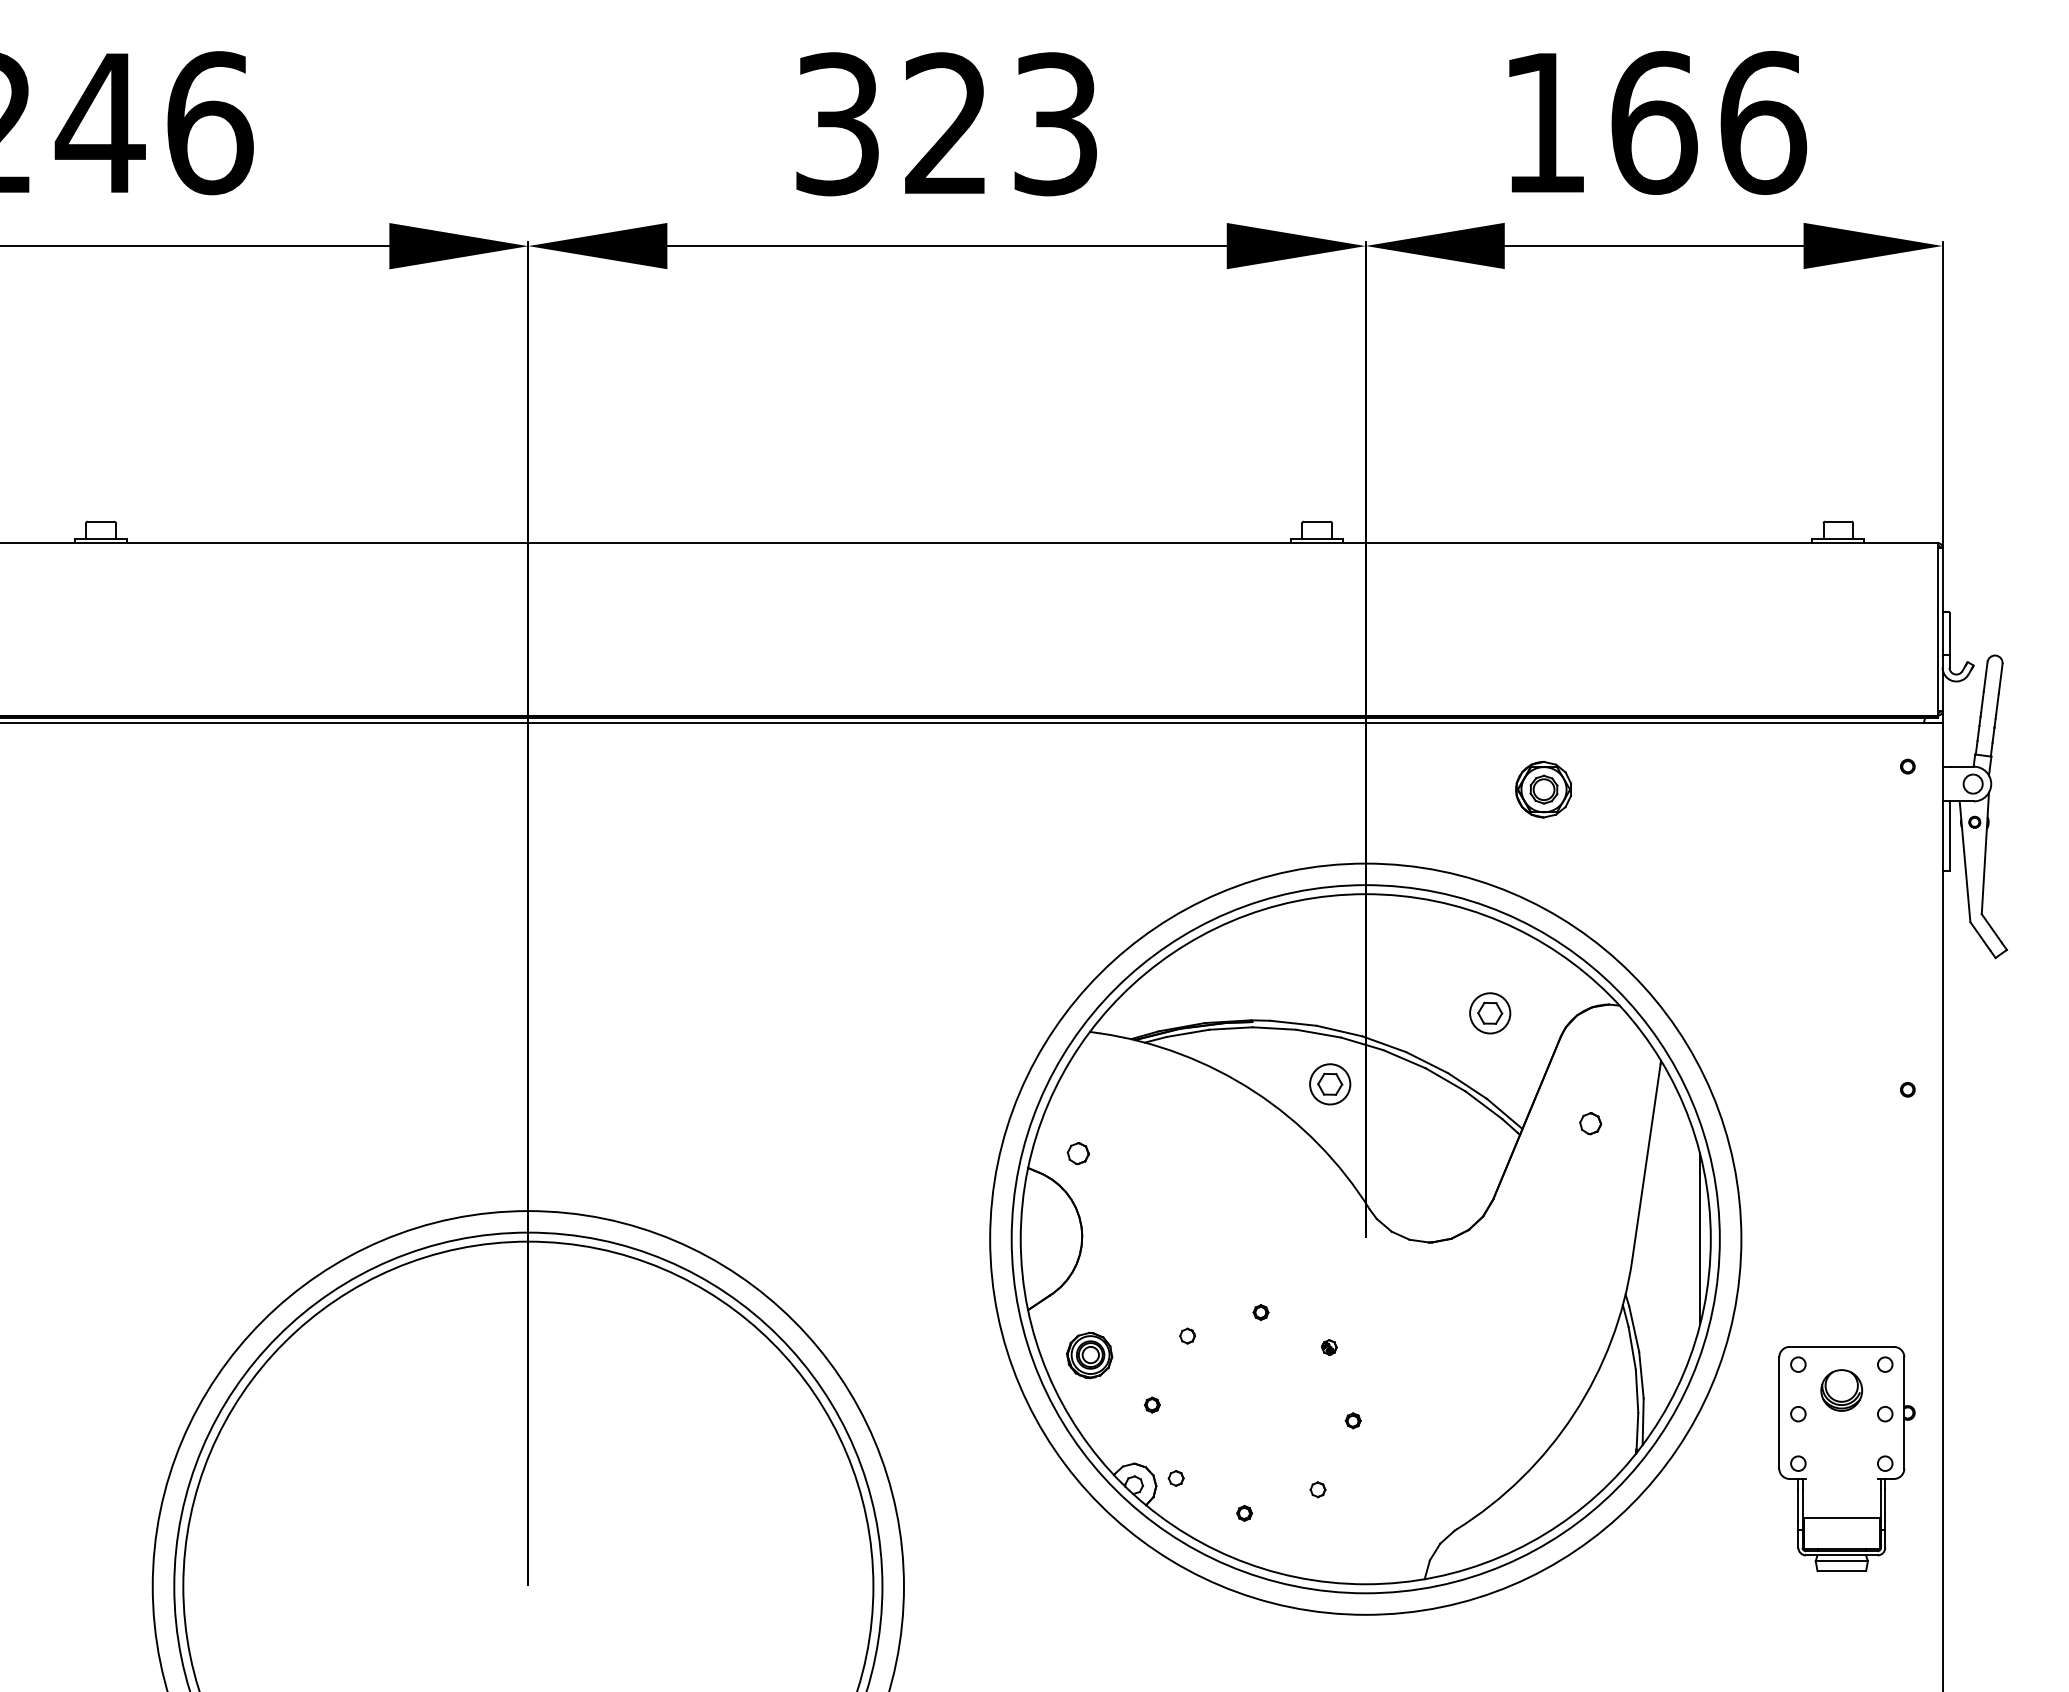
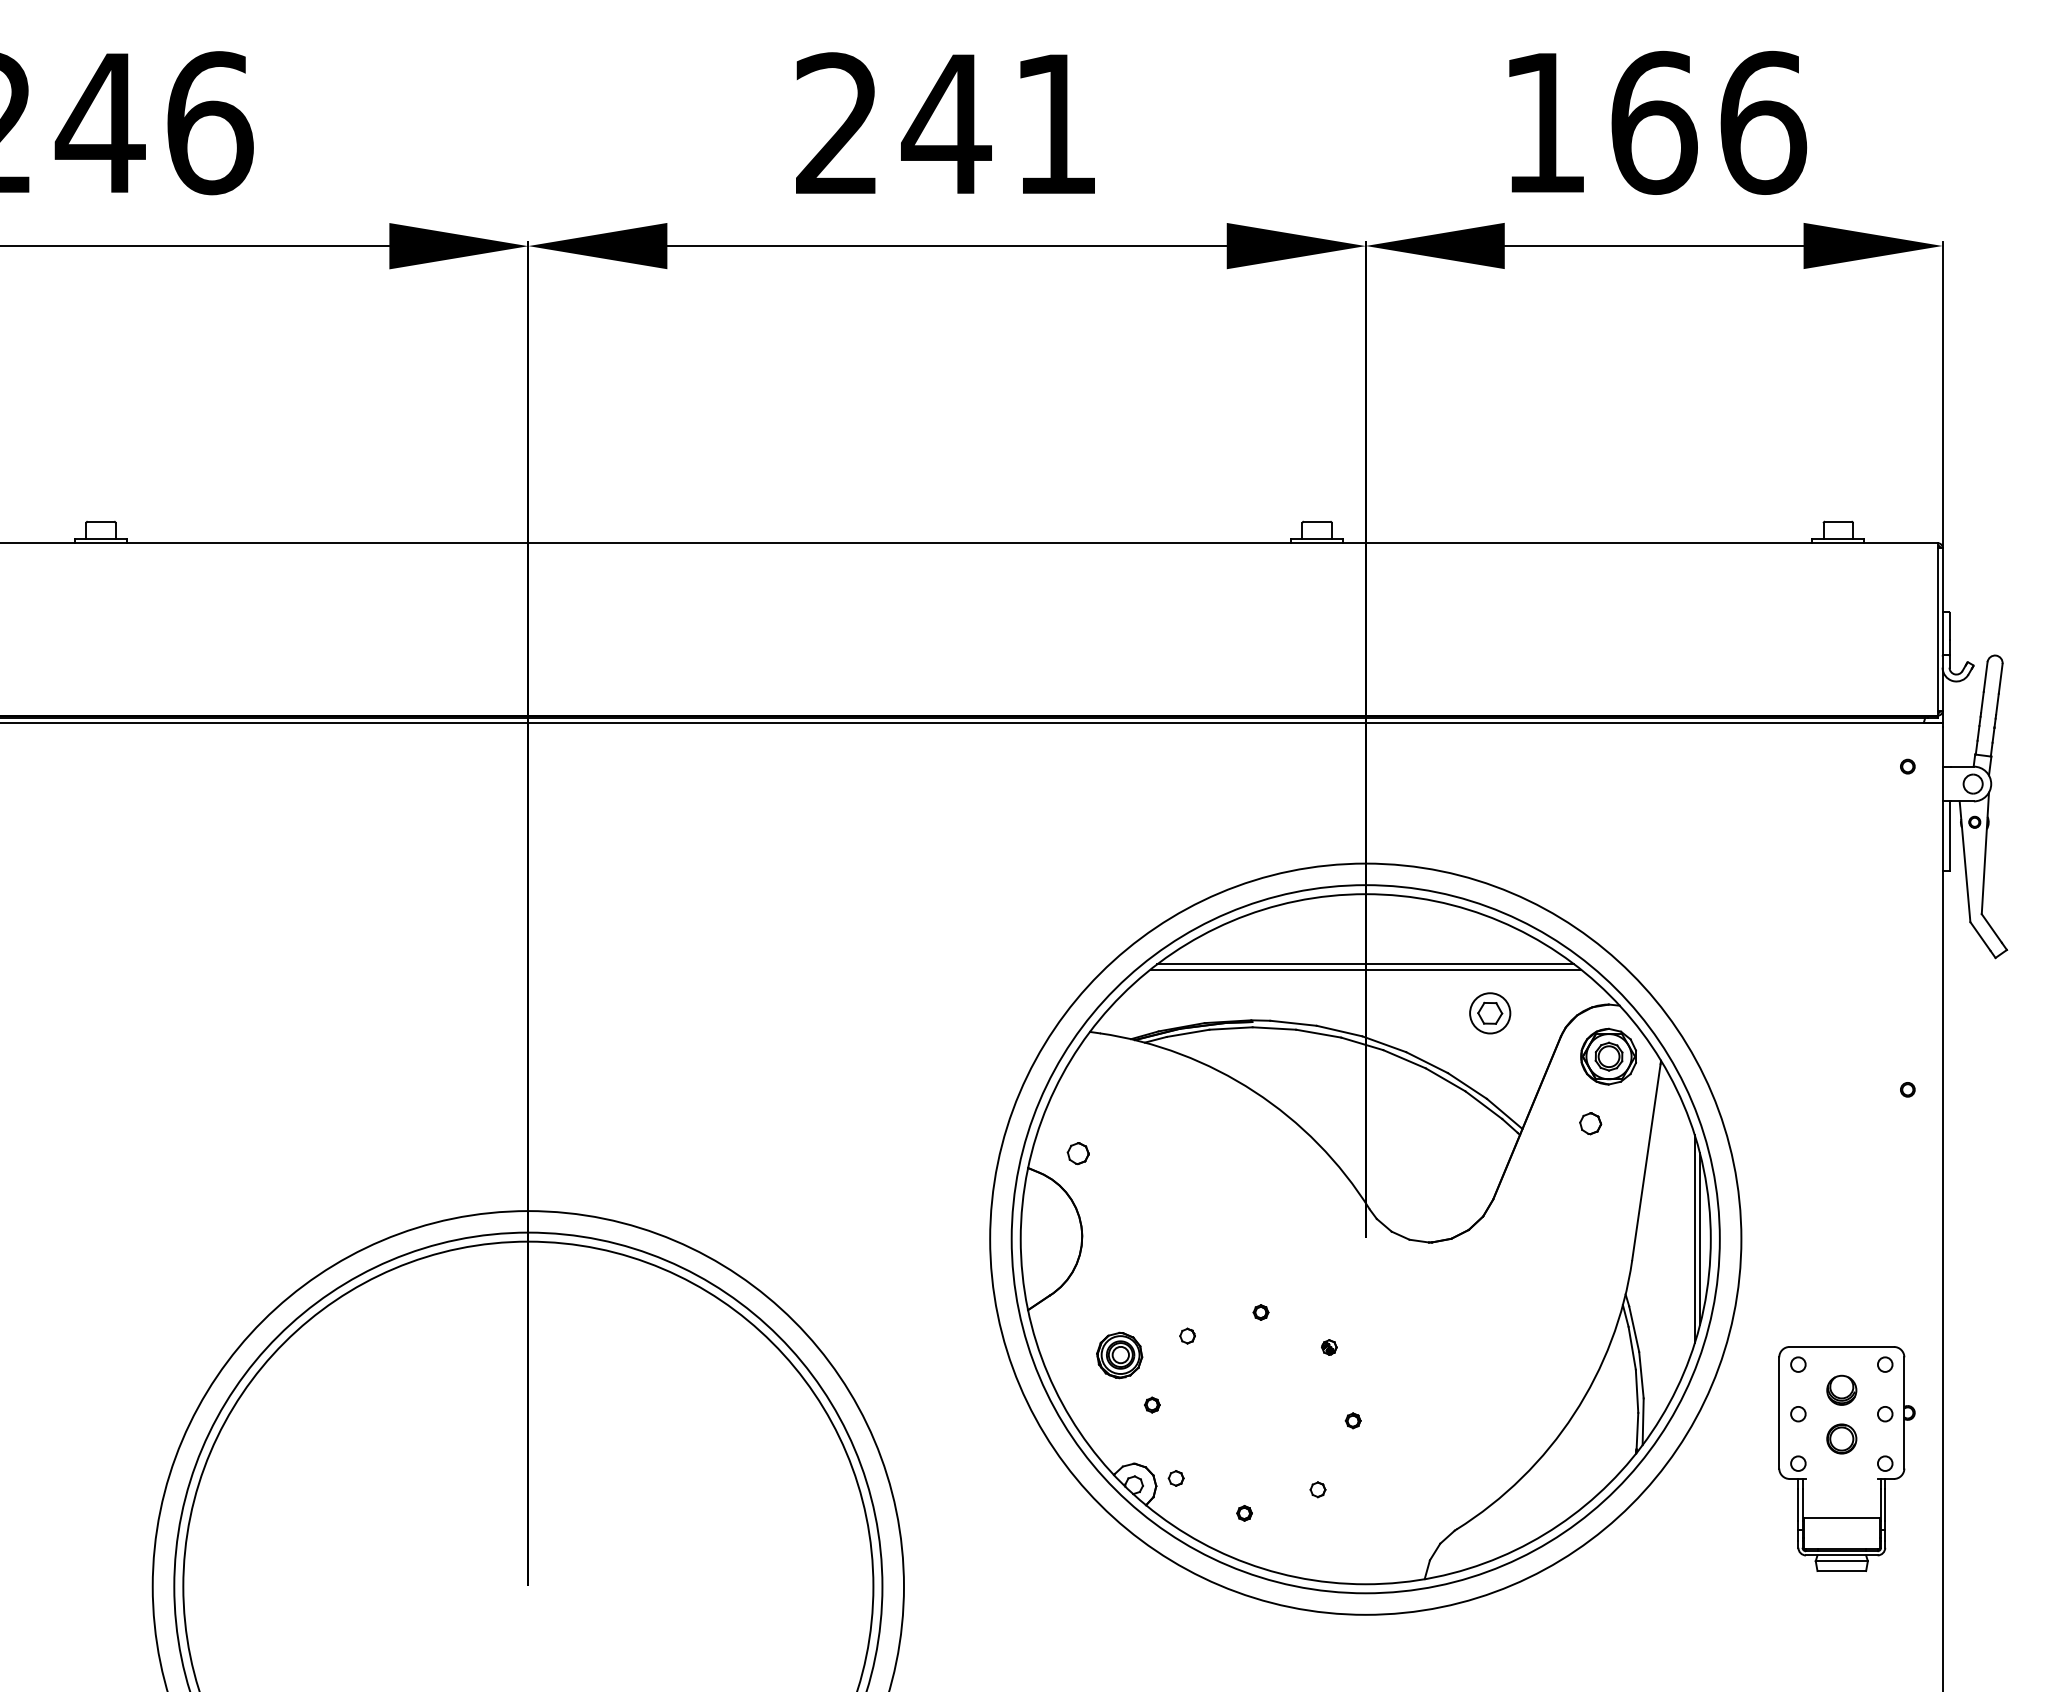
text at (946, 124): 323 -> 241
part at (1543, 789) position: (1543, 789) -> (1608, 1056)
line at (1365, 964): none -> present
line at (1365, 969): none -> present
part at (1330, 1084): present -> none
line at (1694, 1239): none -> present
part at (1089, 1355) position: (1089, 1355) -> (1119, 1355)
part at (1841, 1390) size: 44x43 px -> 32x32 px
part at (1841, 1438): none -> present
